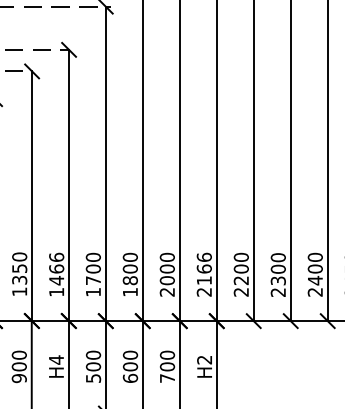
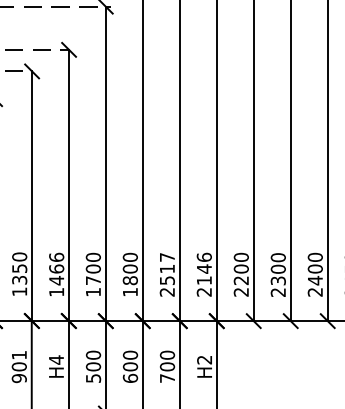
text at (166, 268): 2000 -> 2517
text at (203, 268): 2166 -> 2146
text at (18, 354): 900 -> 901
